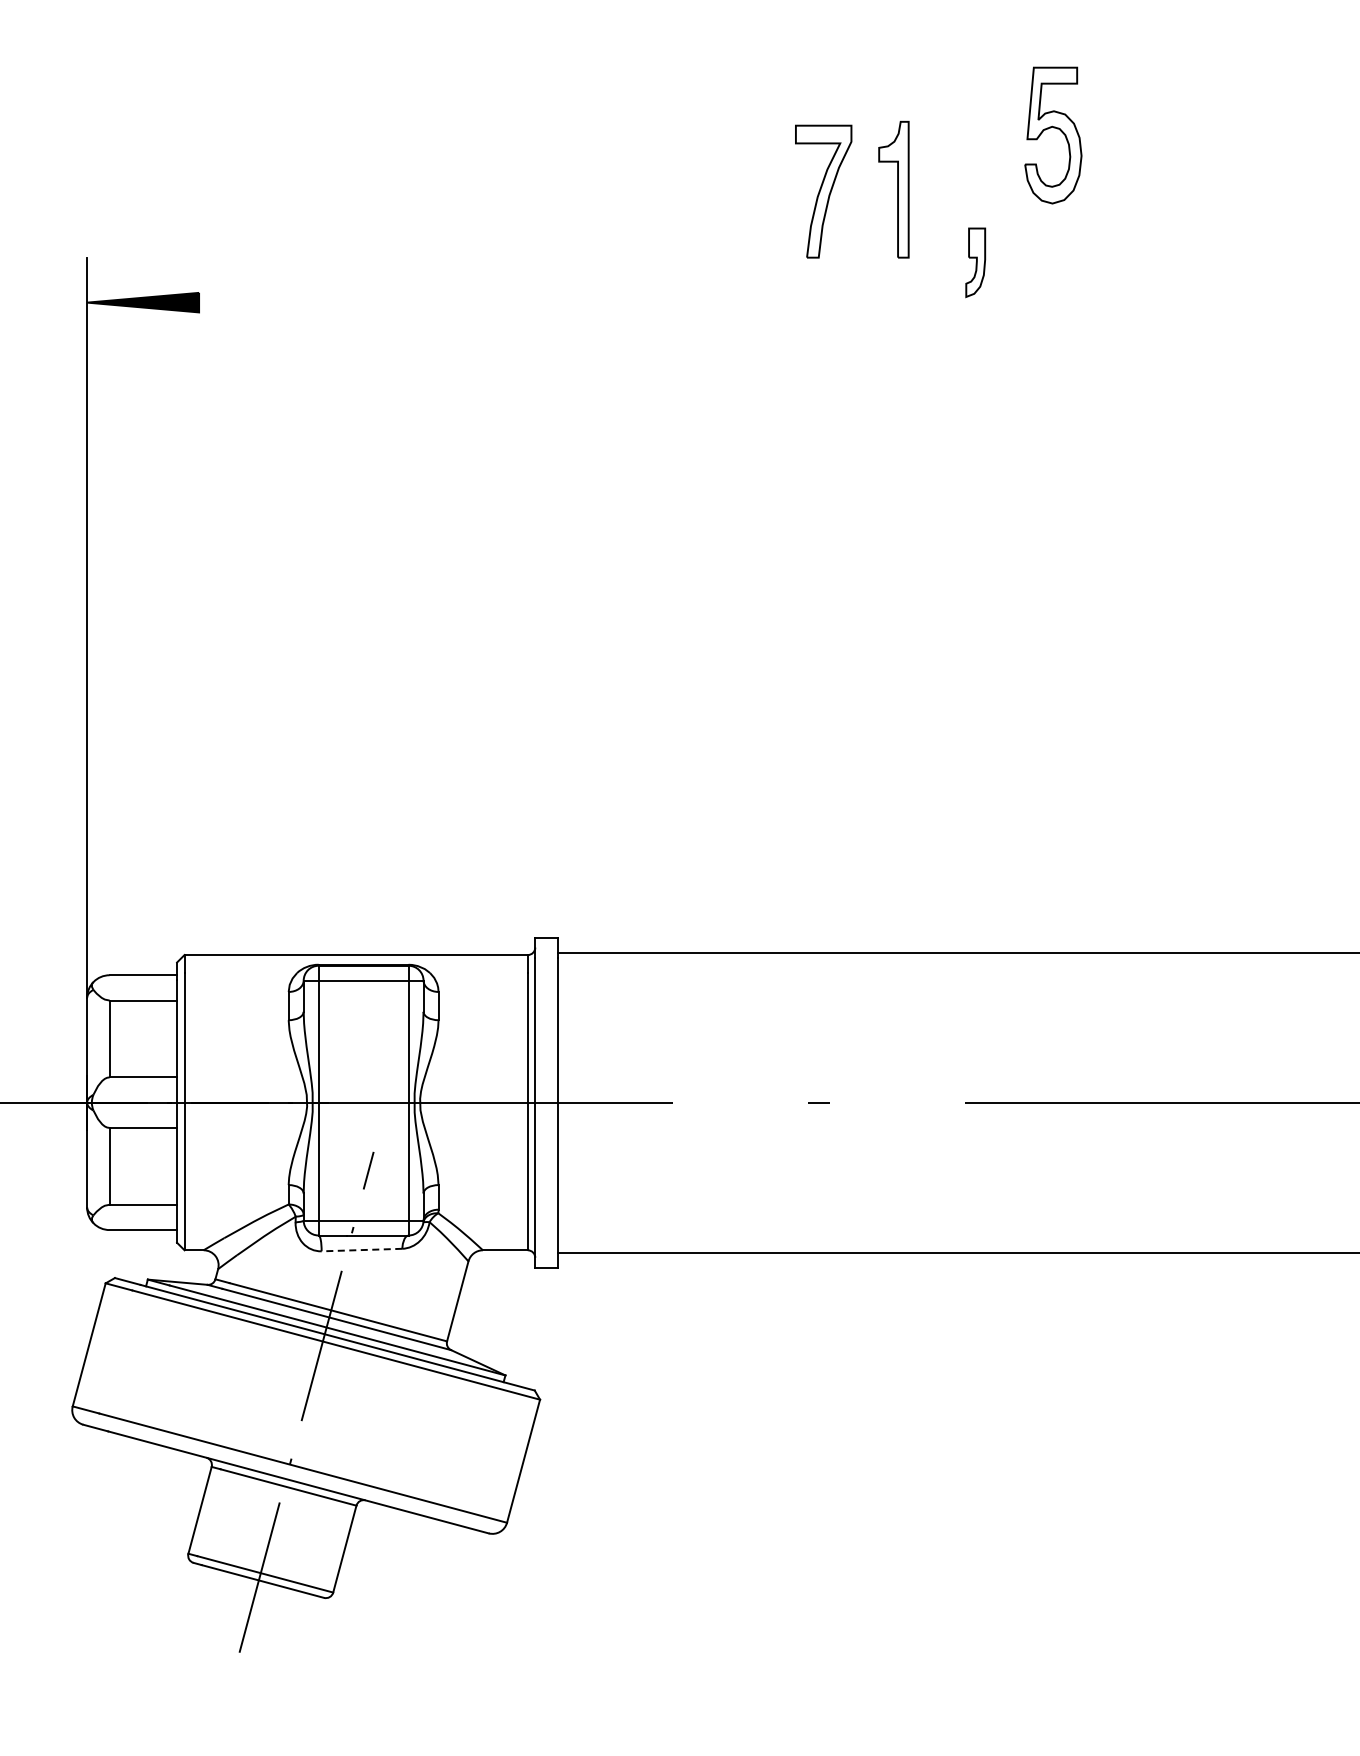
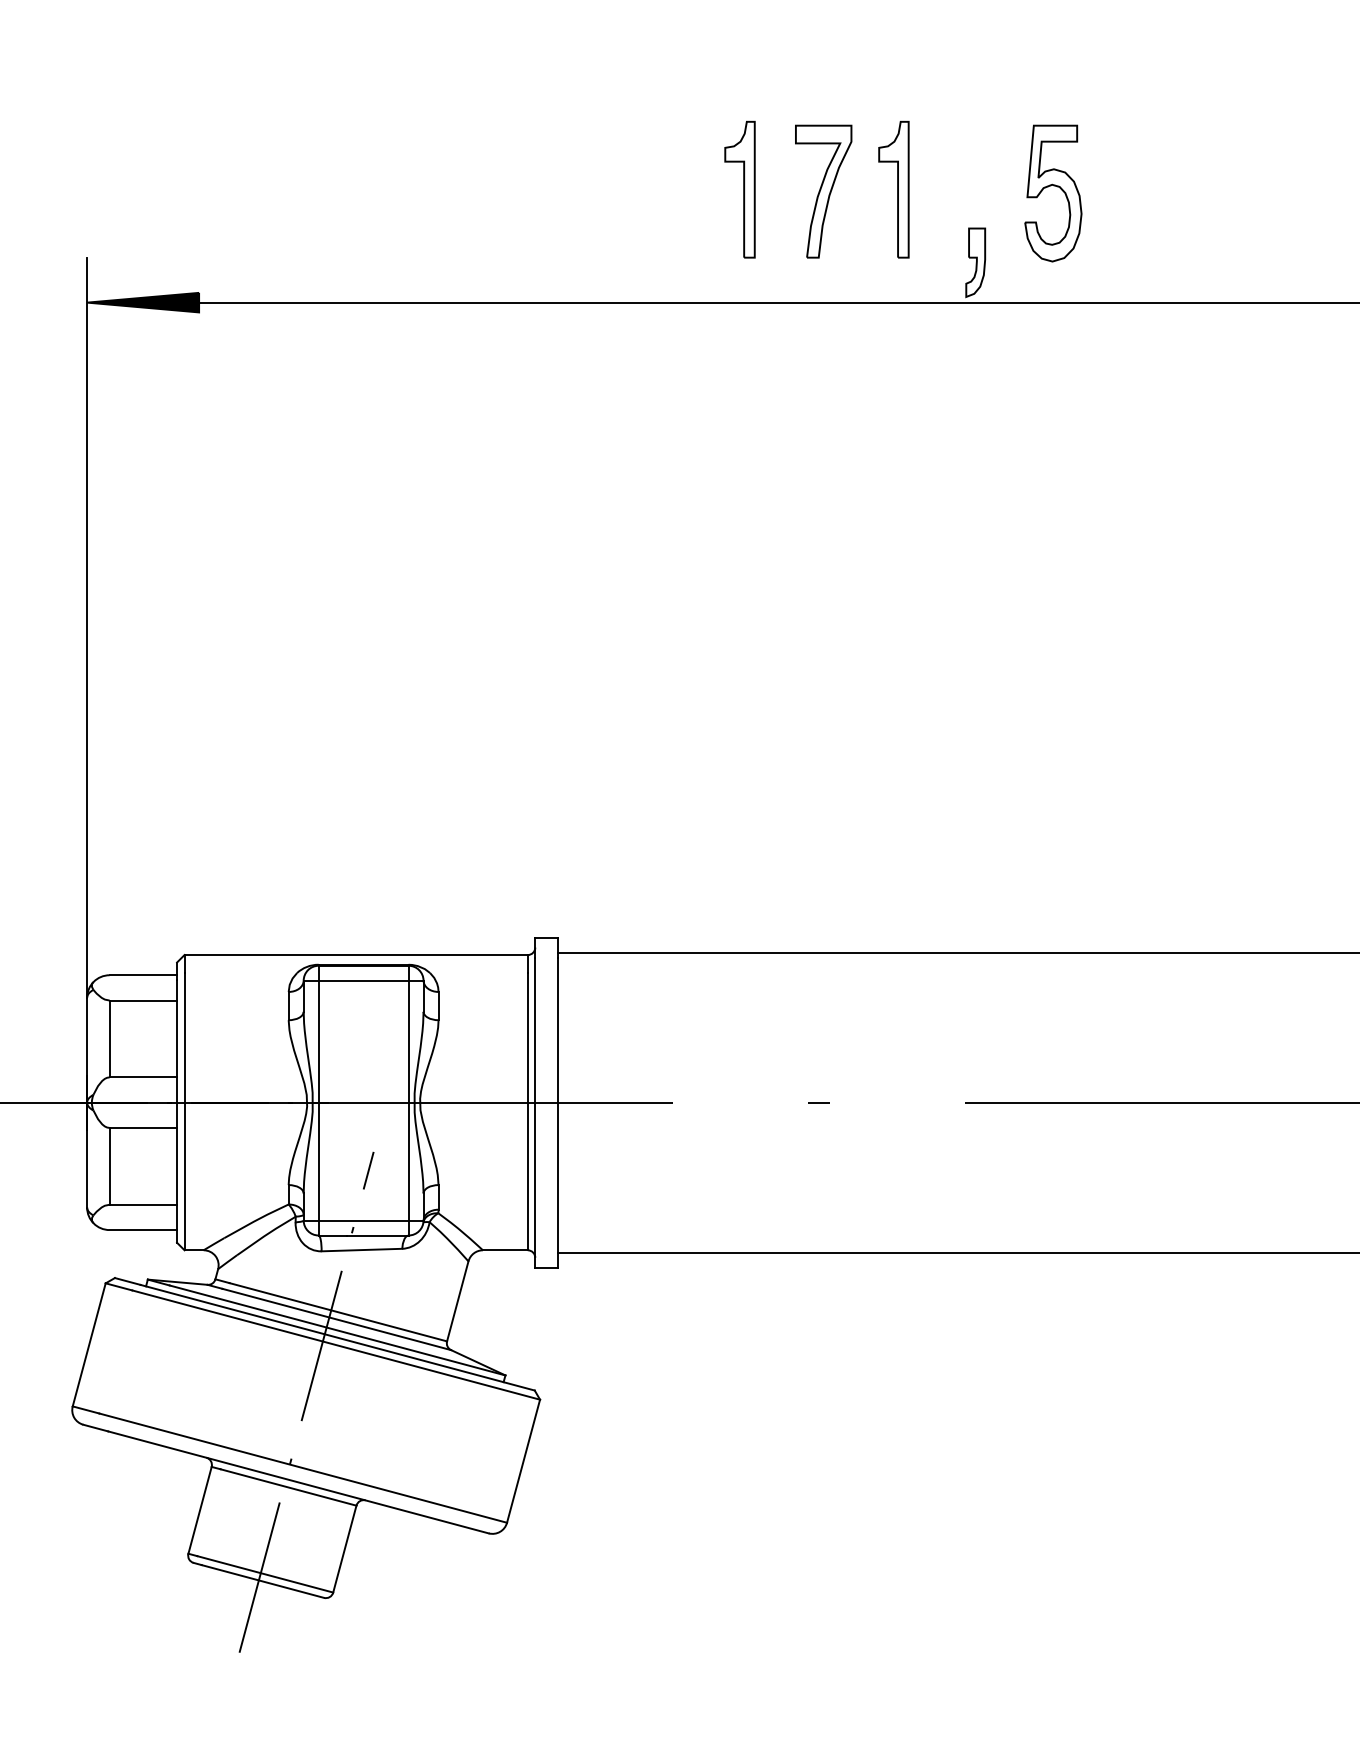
part at (1053, 128) position: (1053, 128) -> (1053, 186)
part at (739, 189): none -> present
line at (777, 302): none -> present
line at (361, 1250): dashed -> solid
